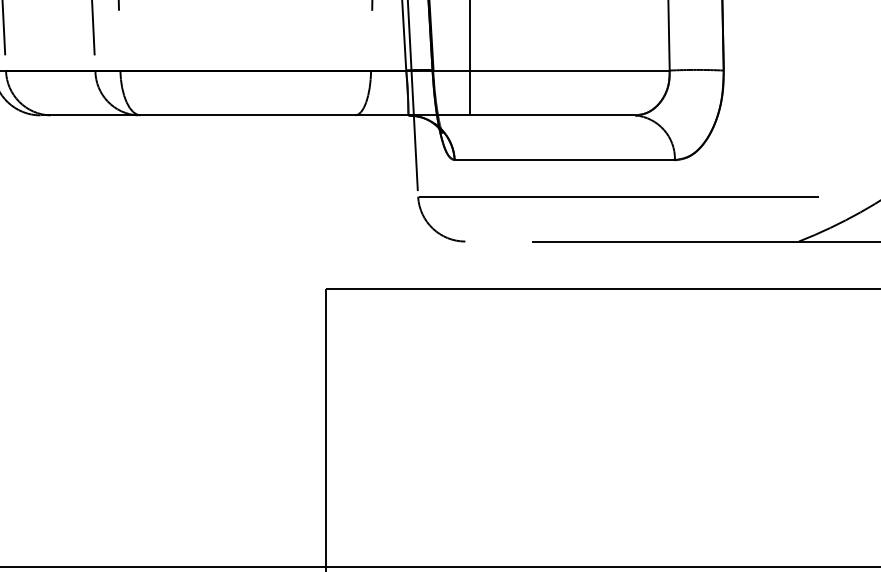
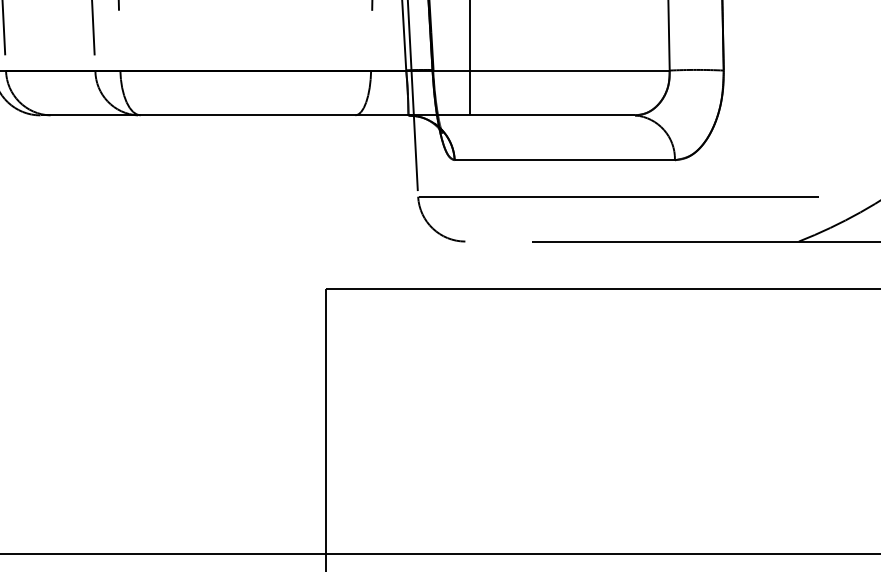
line at (439, 567) position: (439, 567) -> (439, 554)
